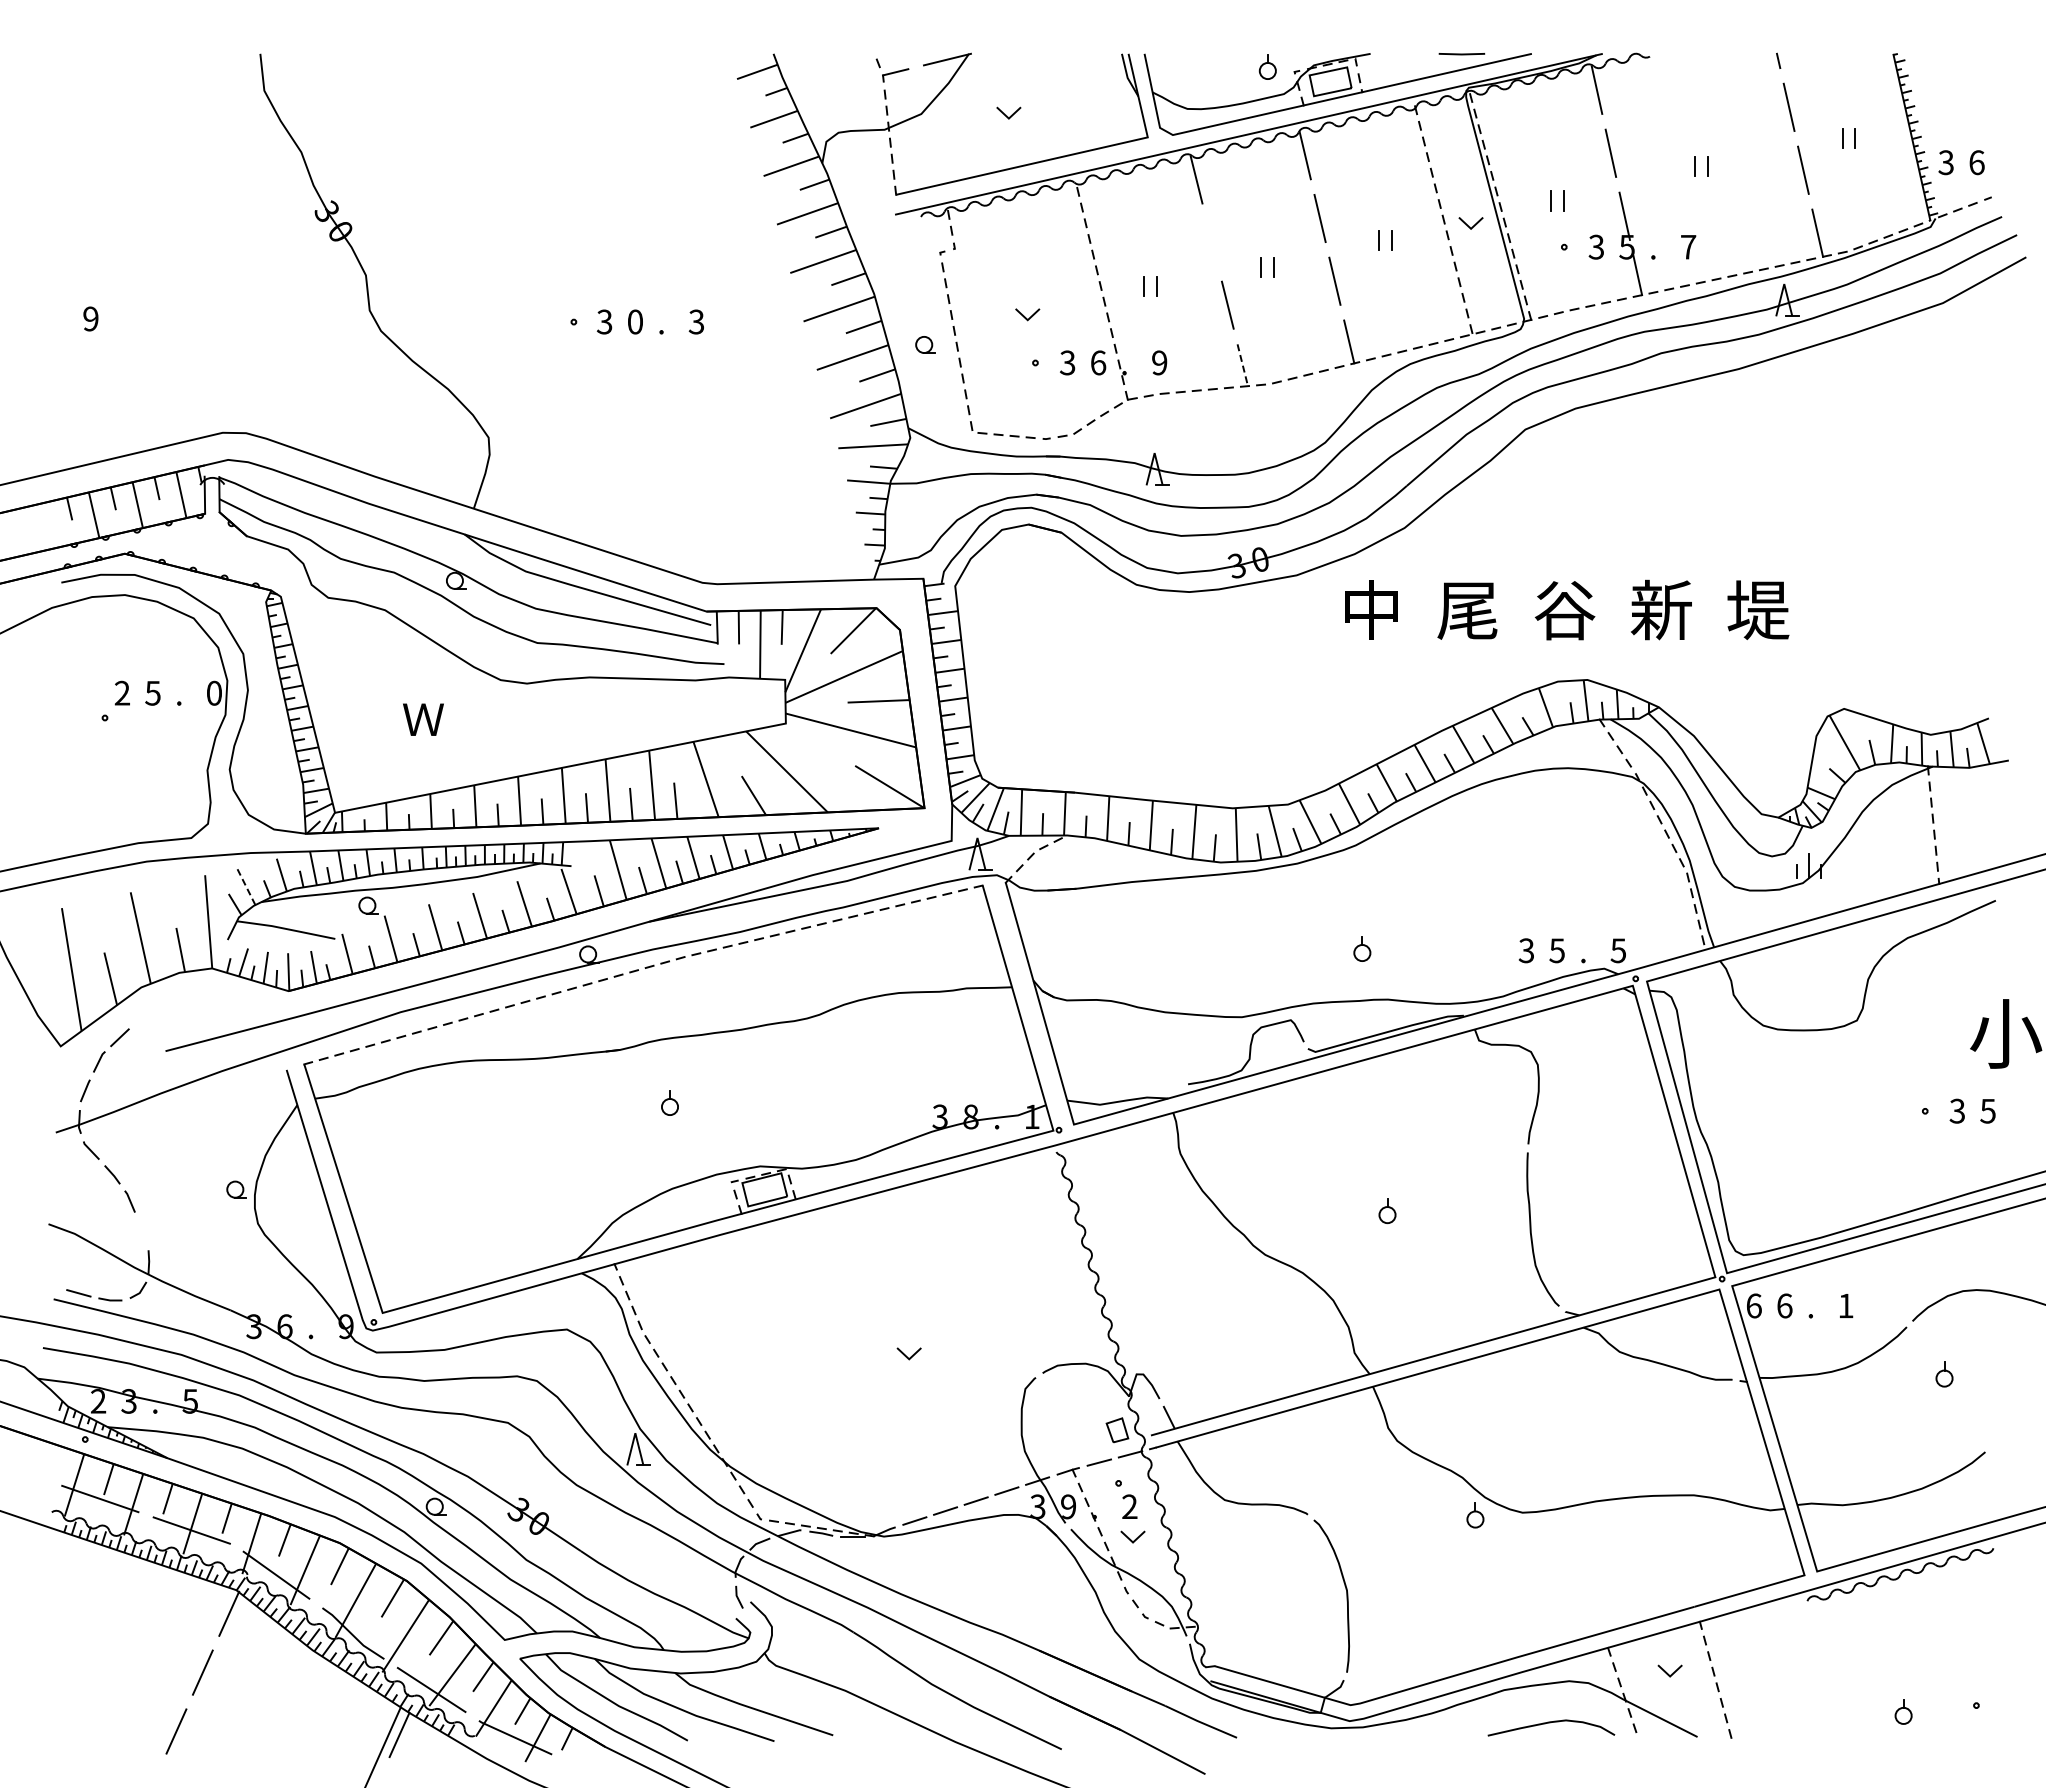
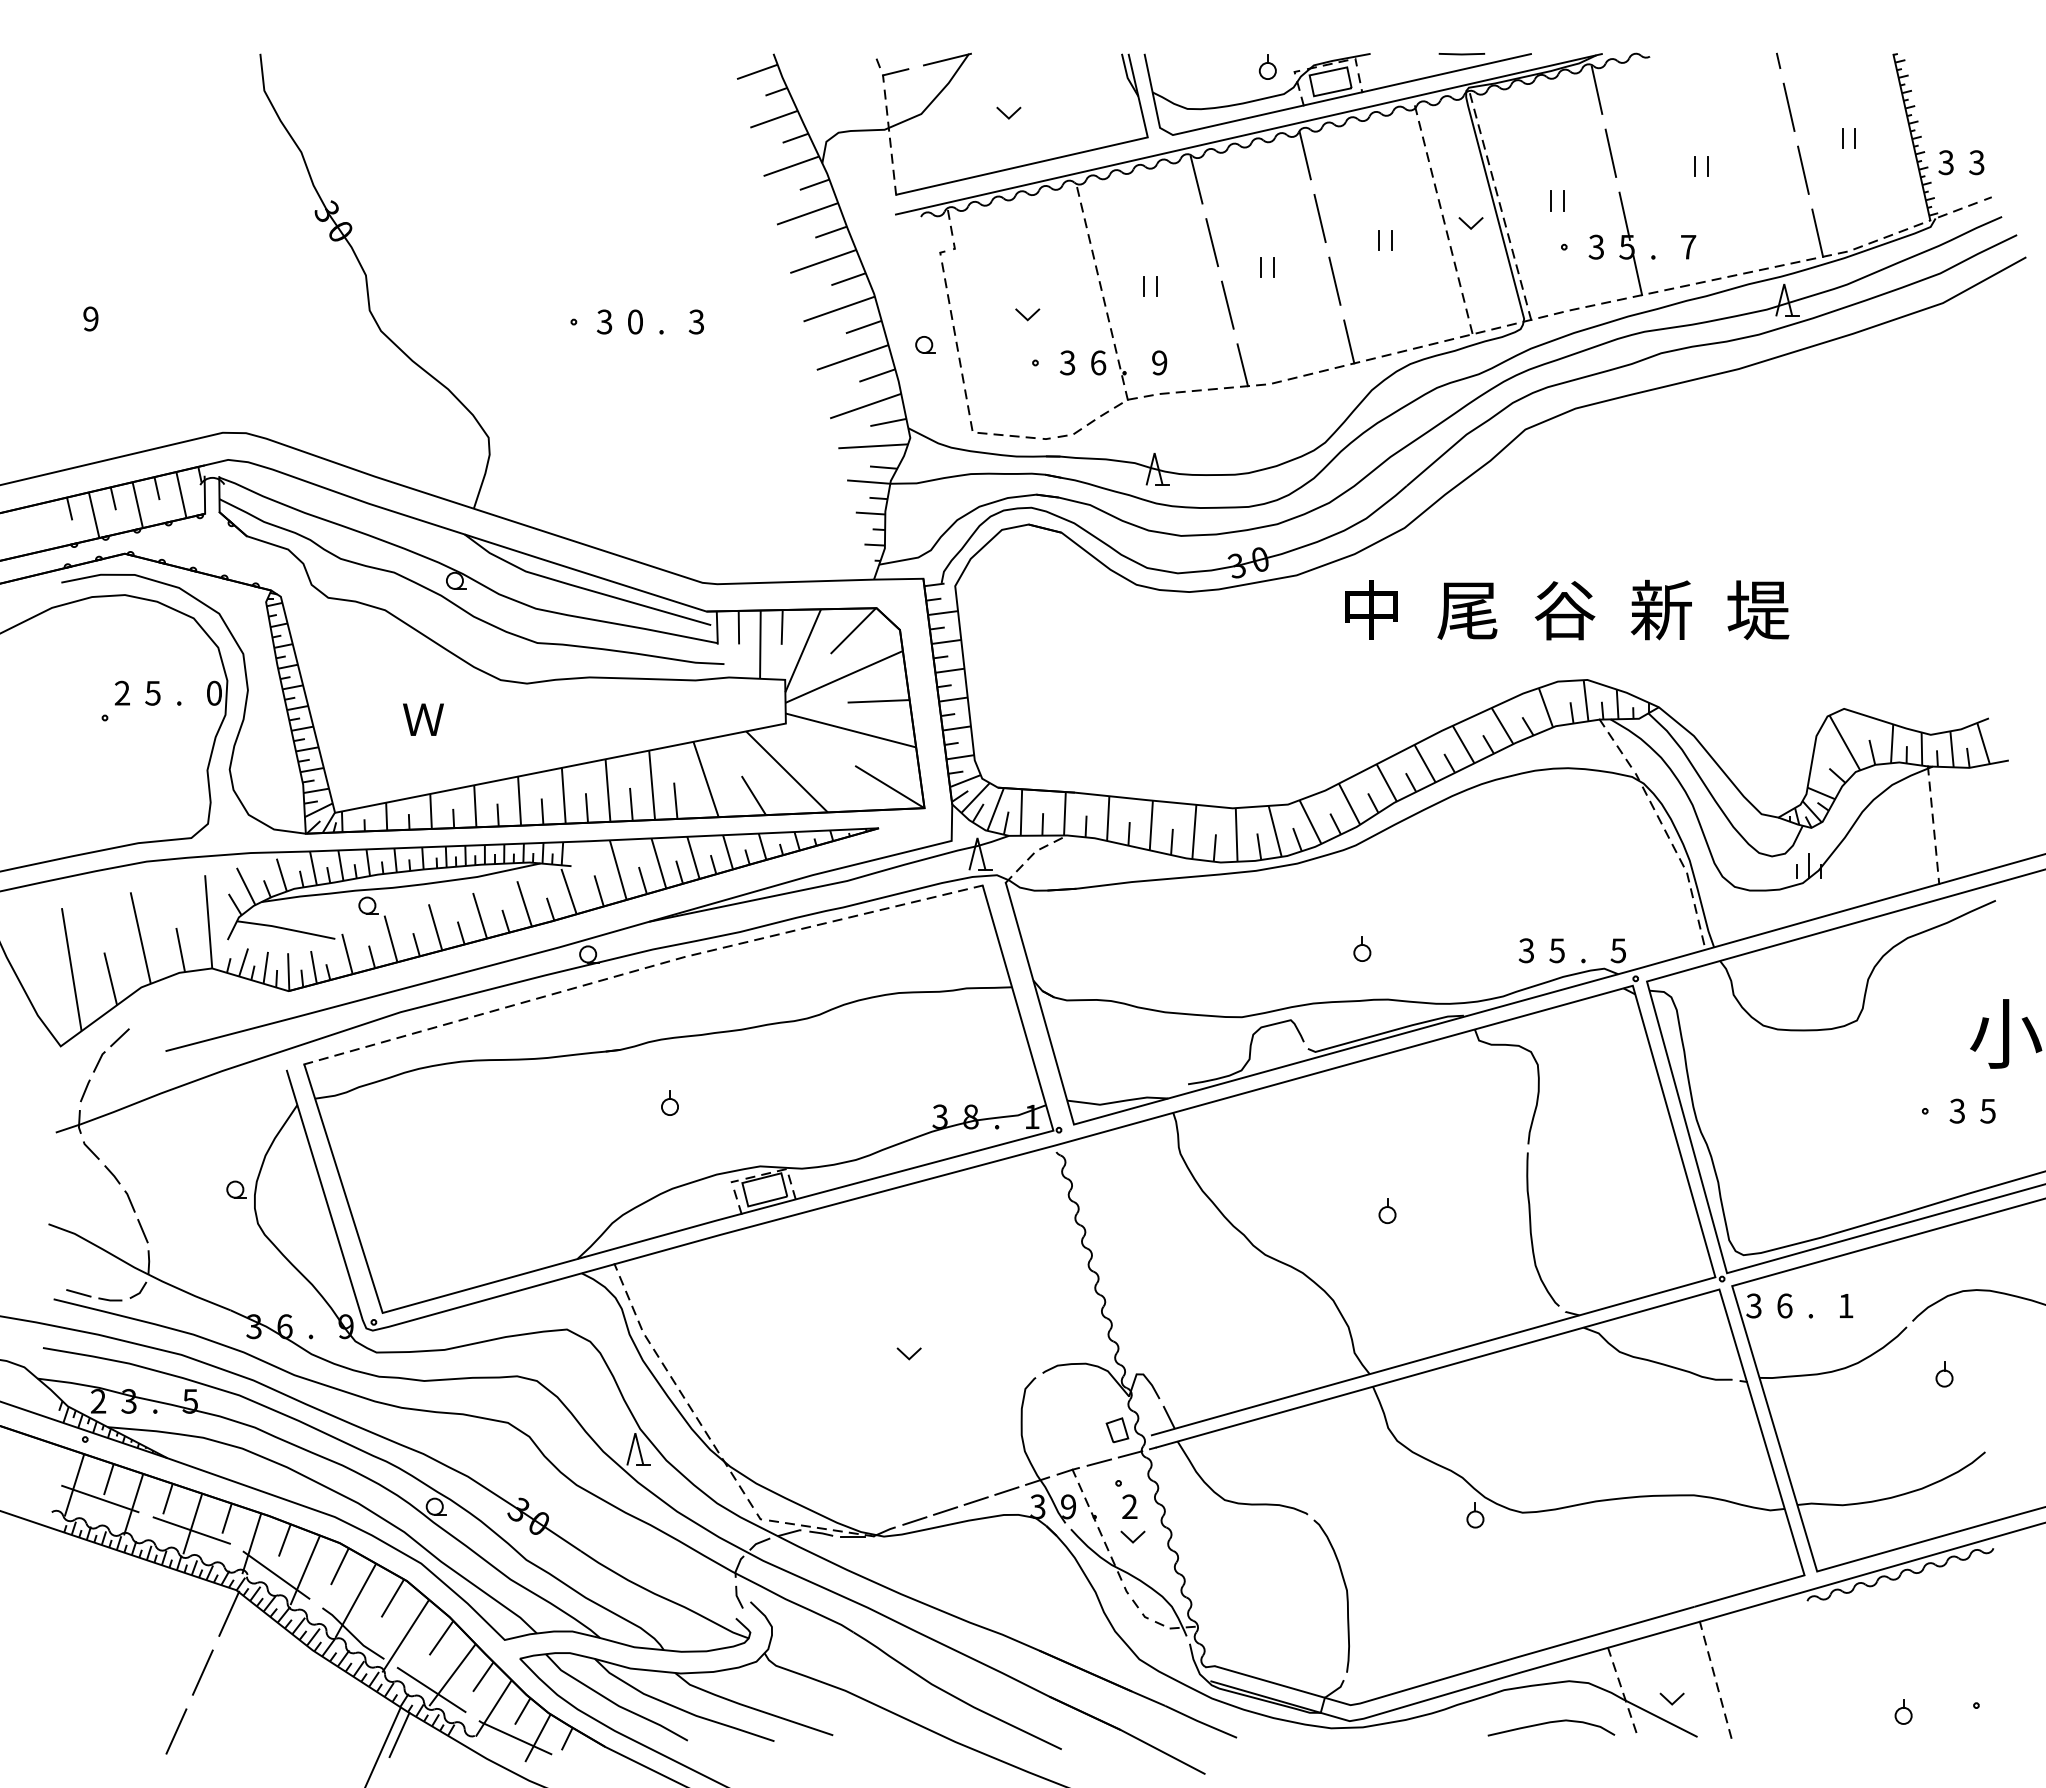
text at (1976, 162): 6 -> 3
line at (1212, 242): none -> present
line at (1242, 365): dashed -> solid
line at (246, 886): dashed -> solid
line at (142, 1231): none -> present
text at (1753, 1305): 6 -> 3
line at (1667, 1672) position: (1667, 1672) -> (1669, 1700)
